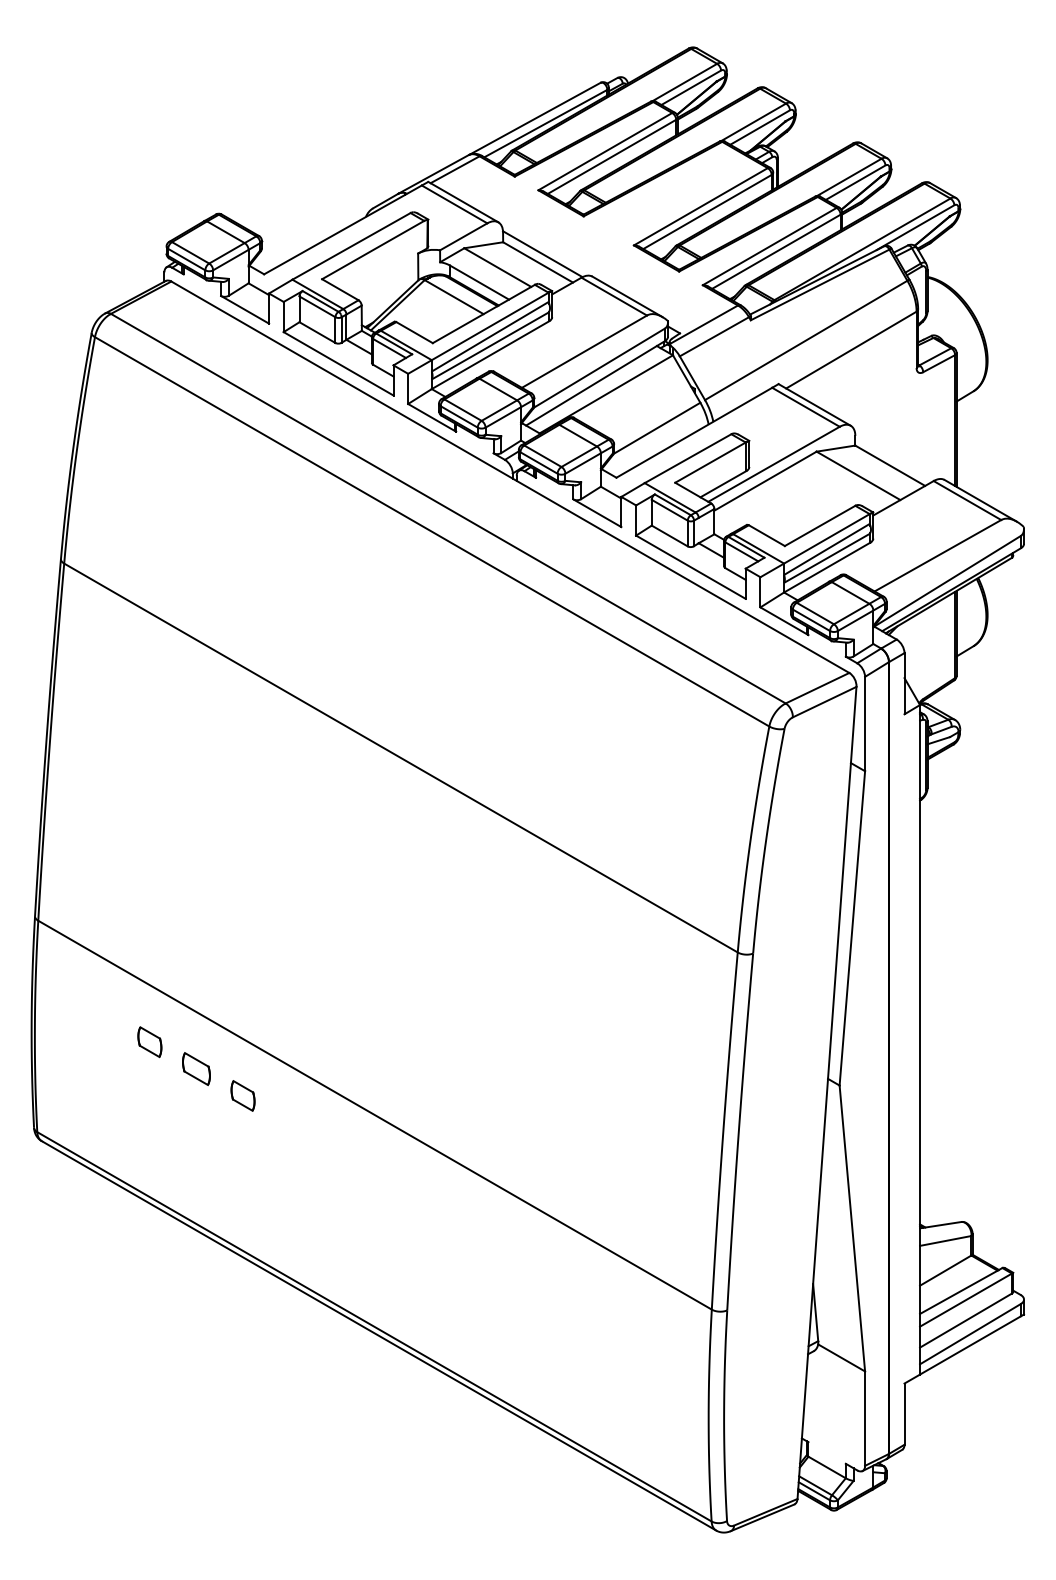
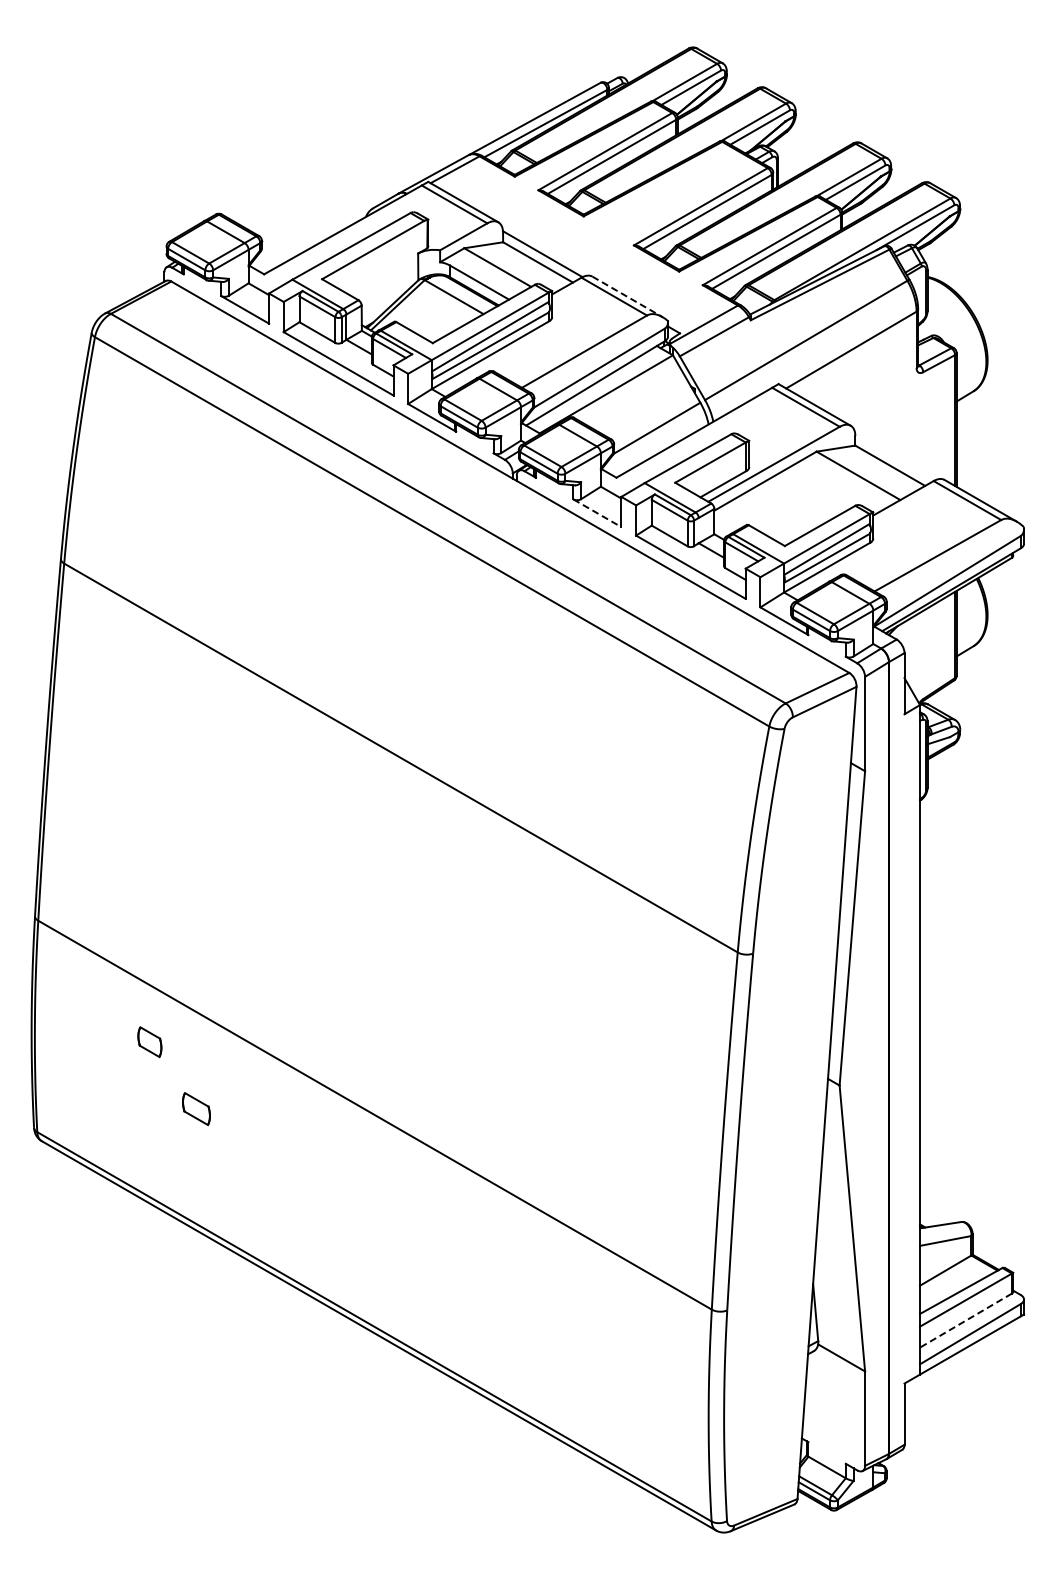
line at (627, 297): solid -> dashed
line at (597, 513): solid -> dashed
part at (196, 1069) position: (196, 1069) -> (196, 1109)
part at (242, 1095): present -> none
line at (965, 1320): solid -> dashed
